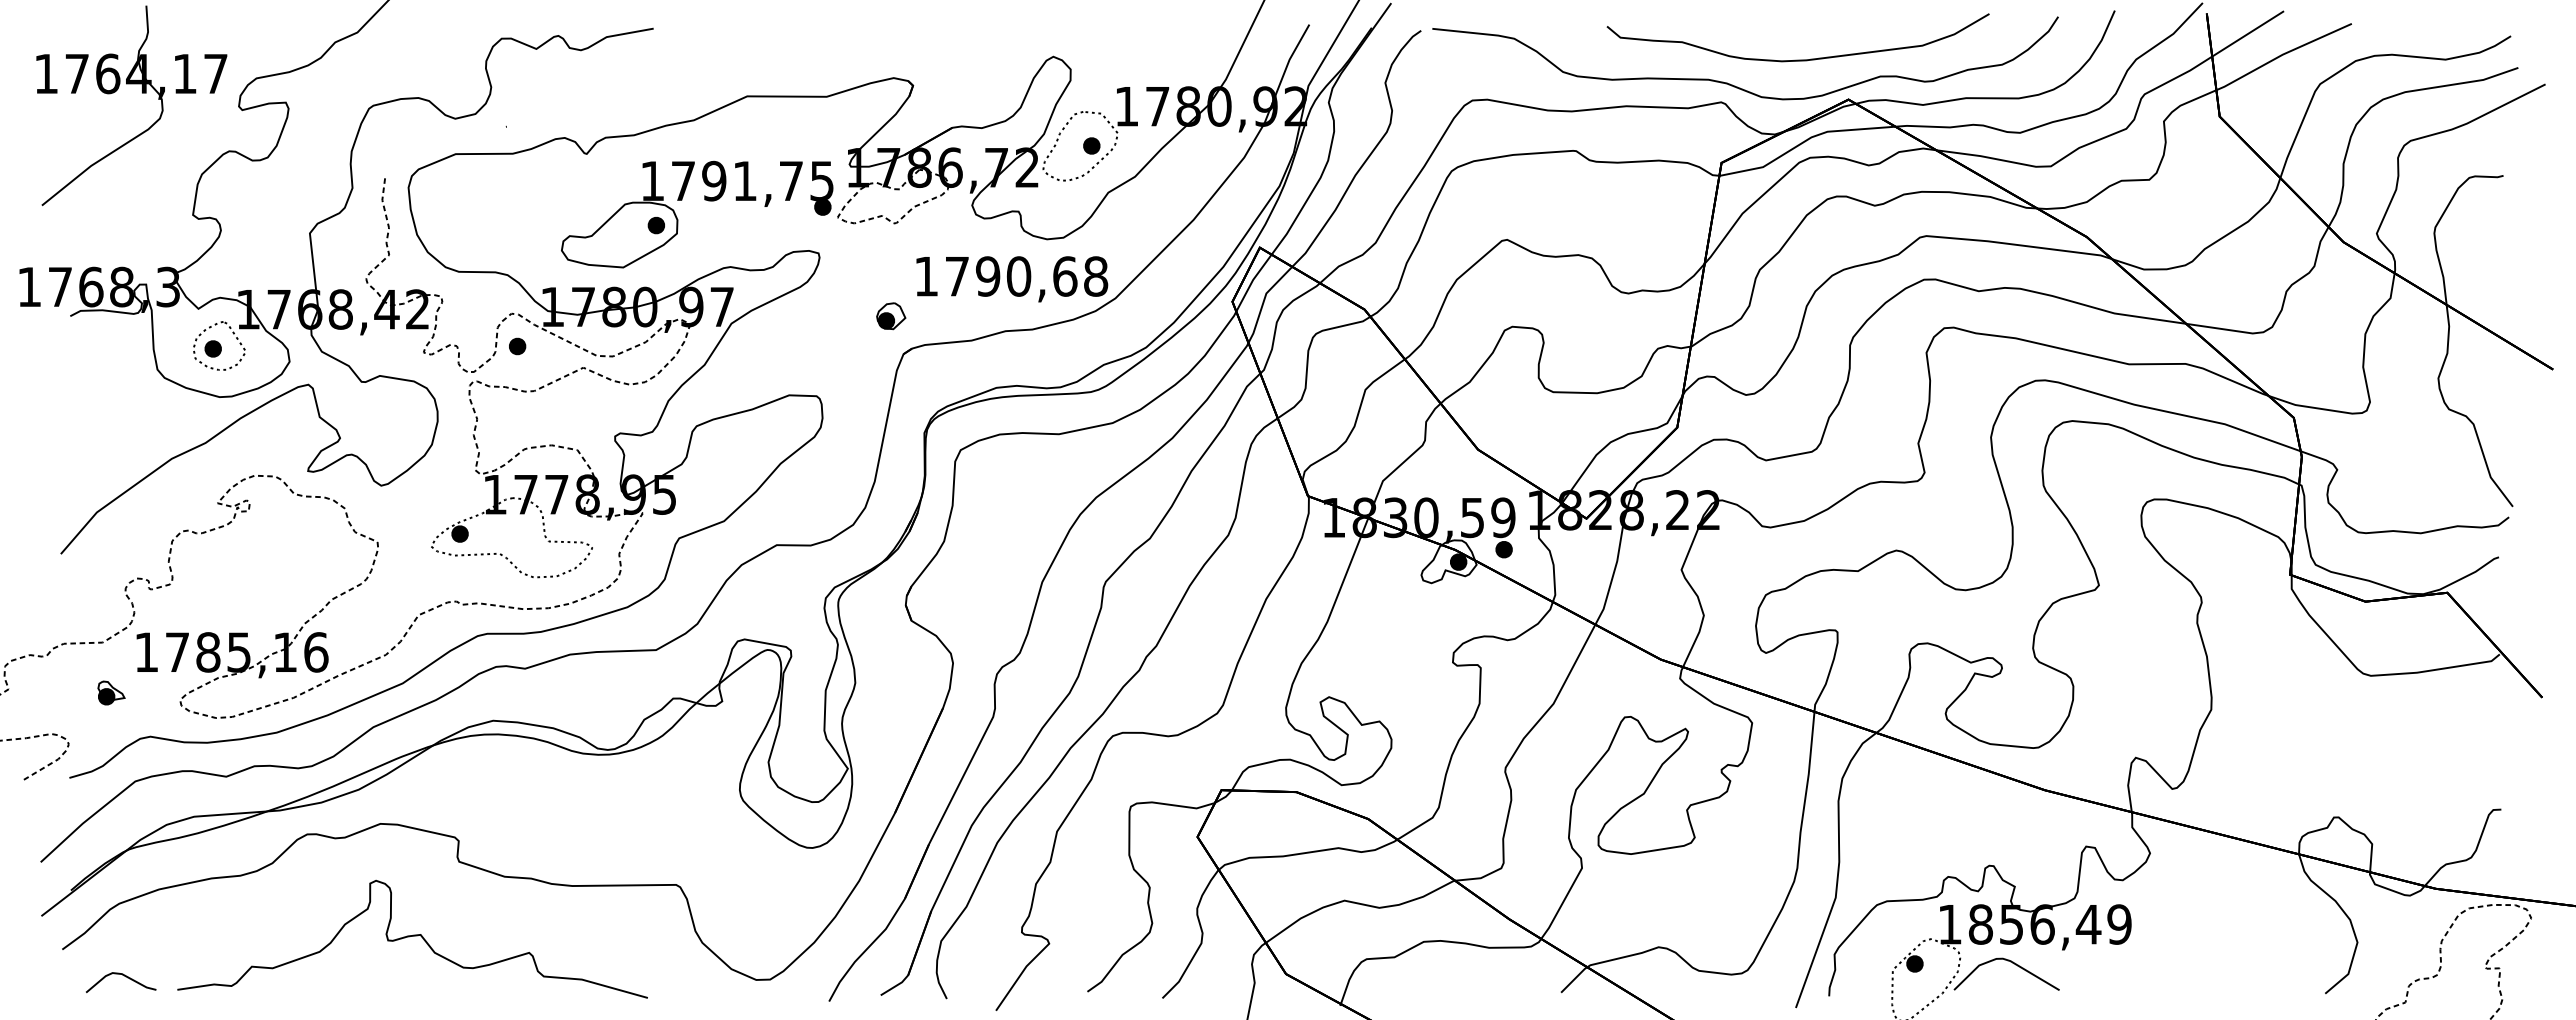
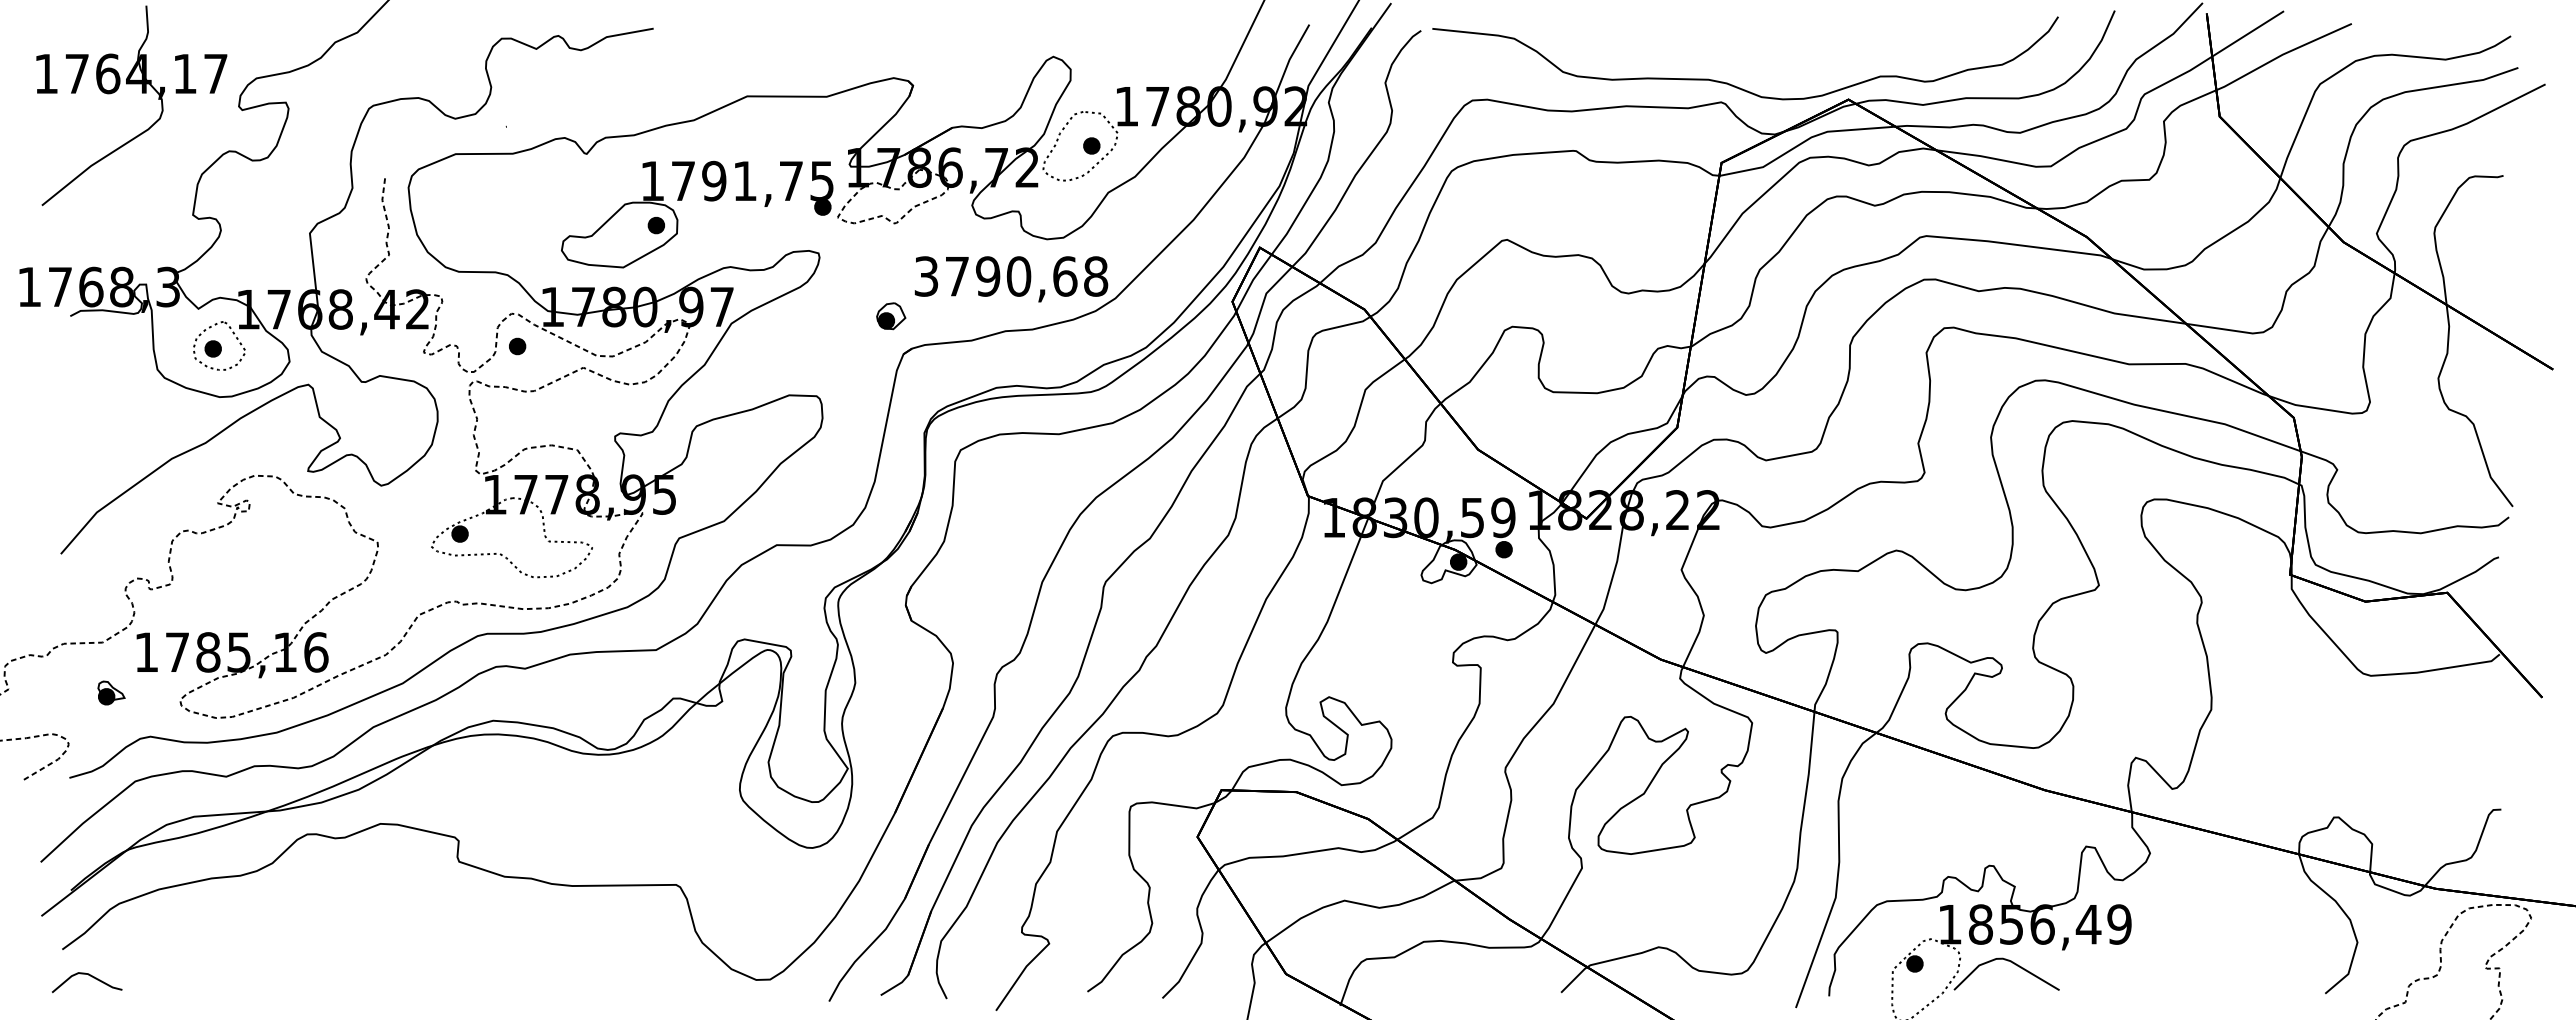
curve at (1797, 59): present -> none
text at (926, 276): 1790,68 -> 3790,68
curve at (412, 936): present -> none
curve at (125, 977) position: (125, 977) -> (91, 977)
